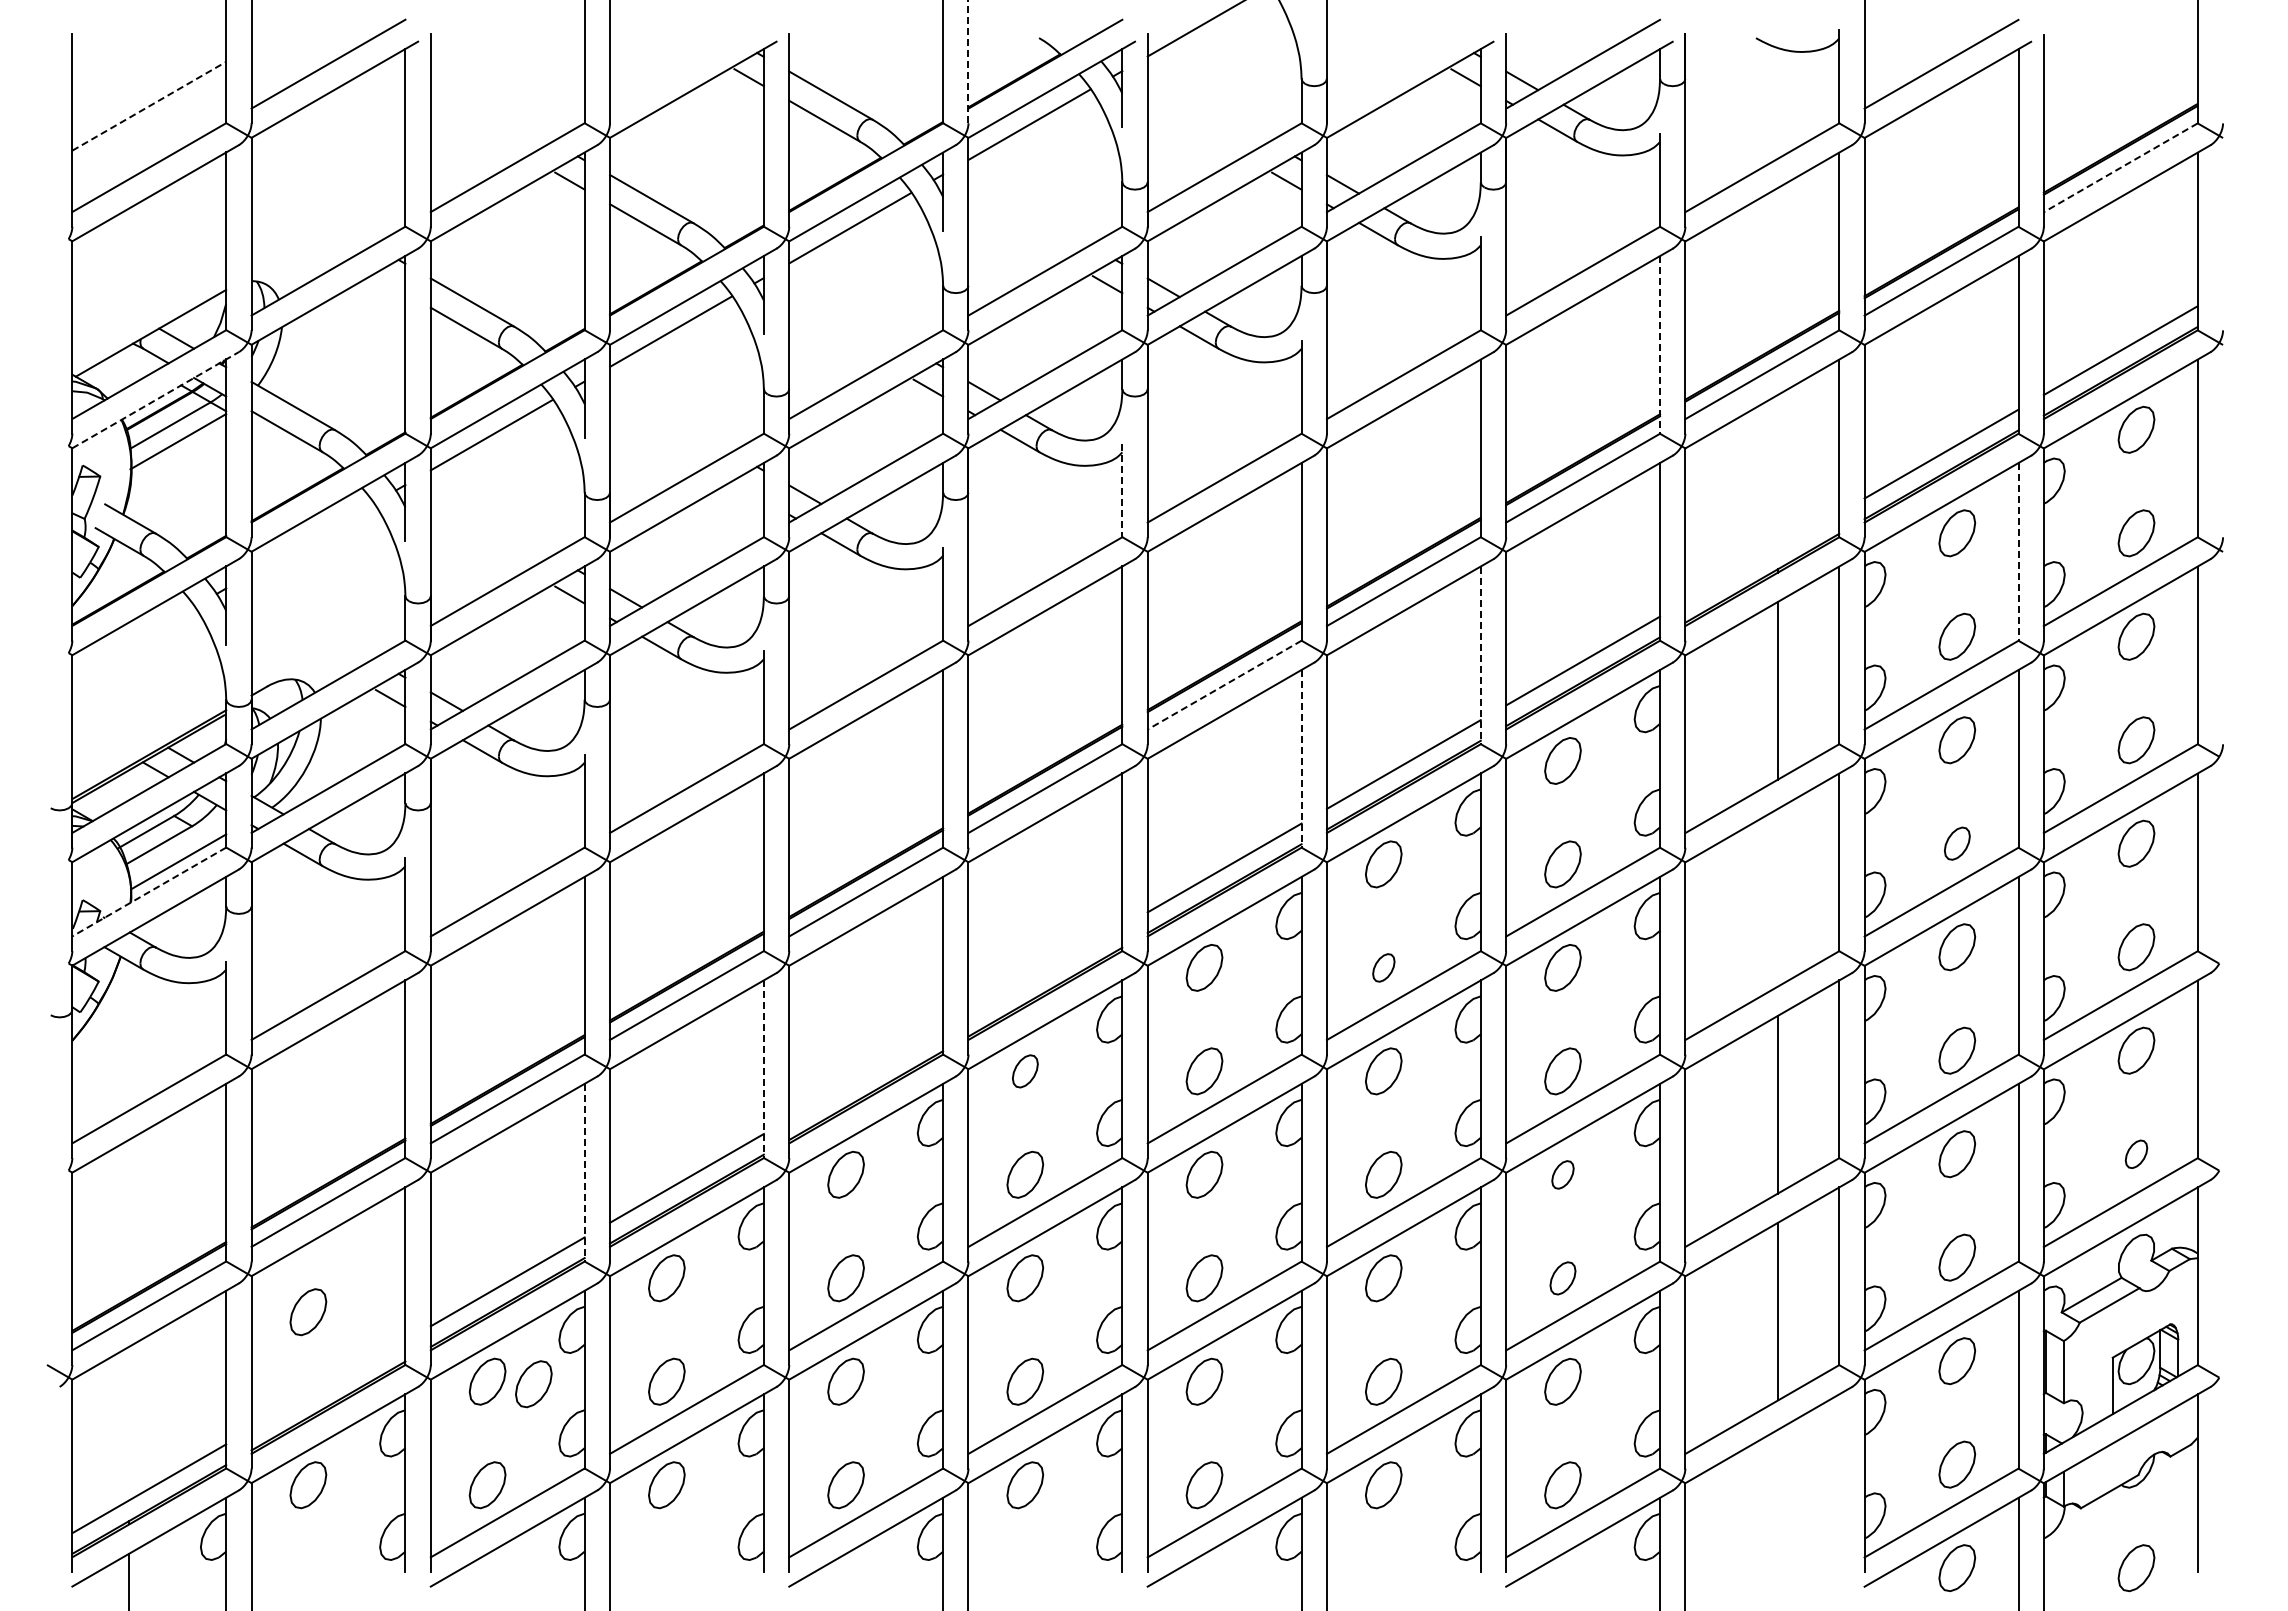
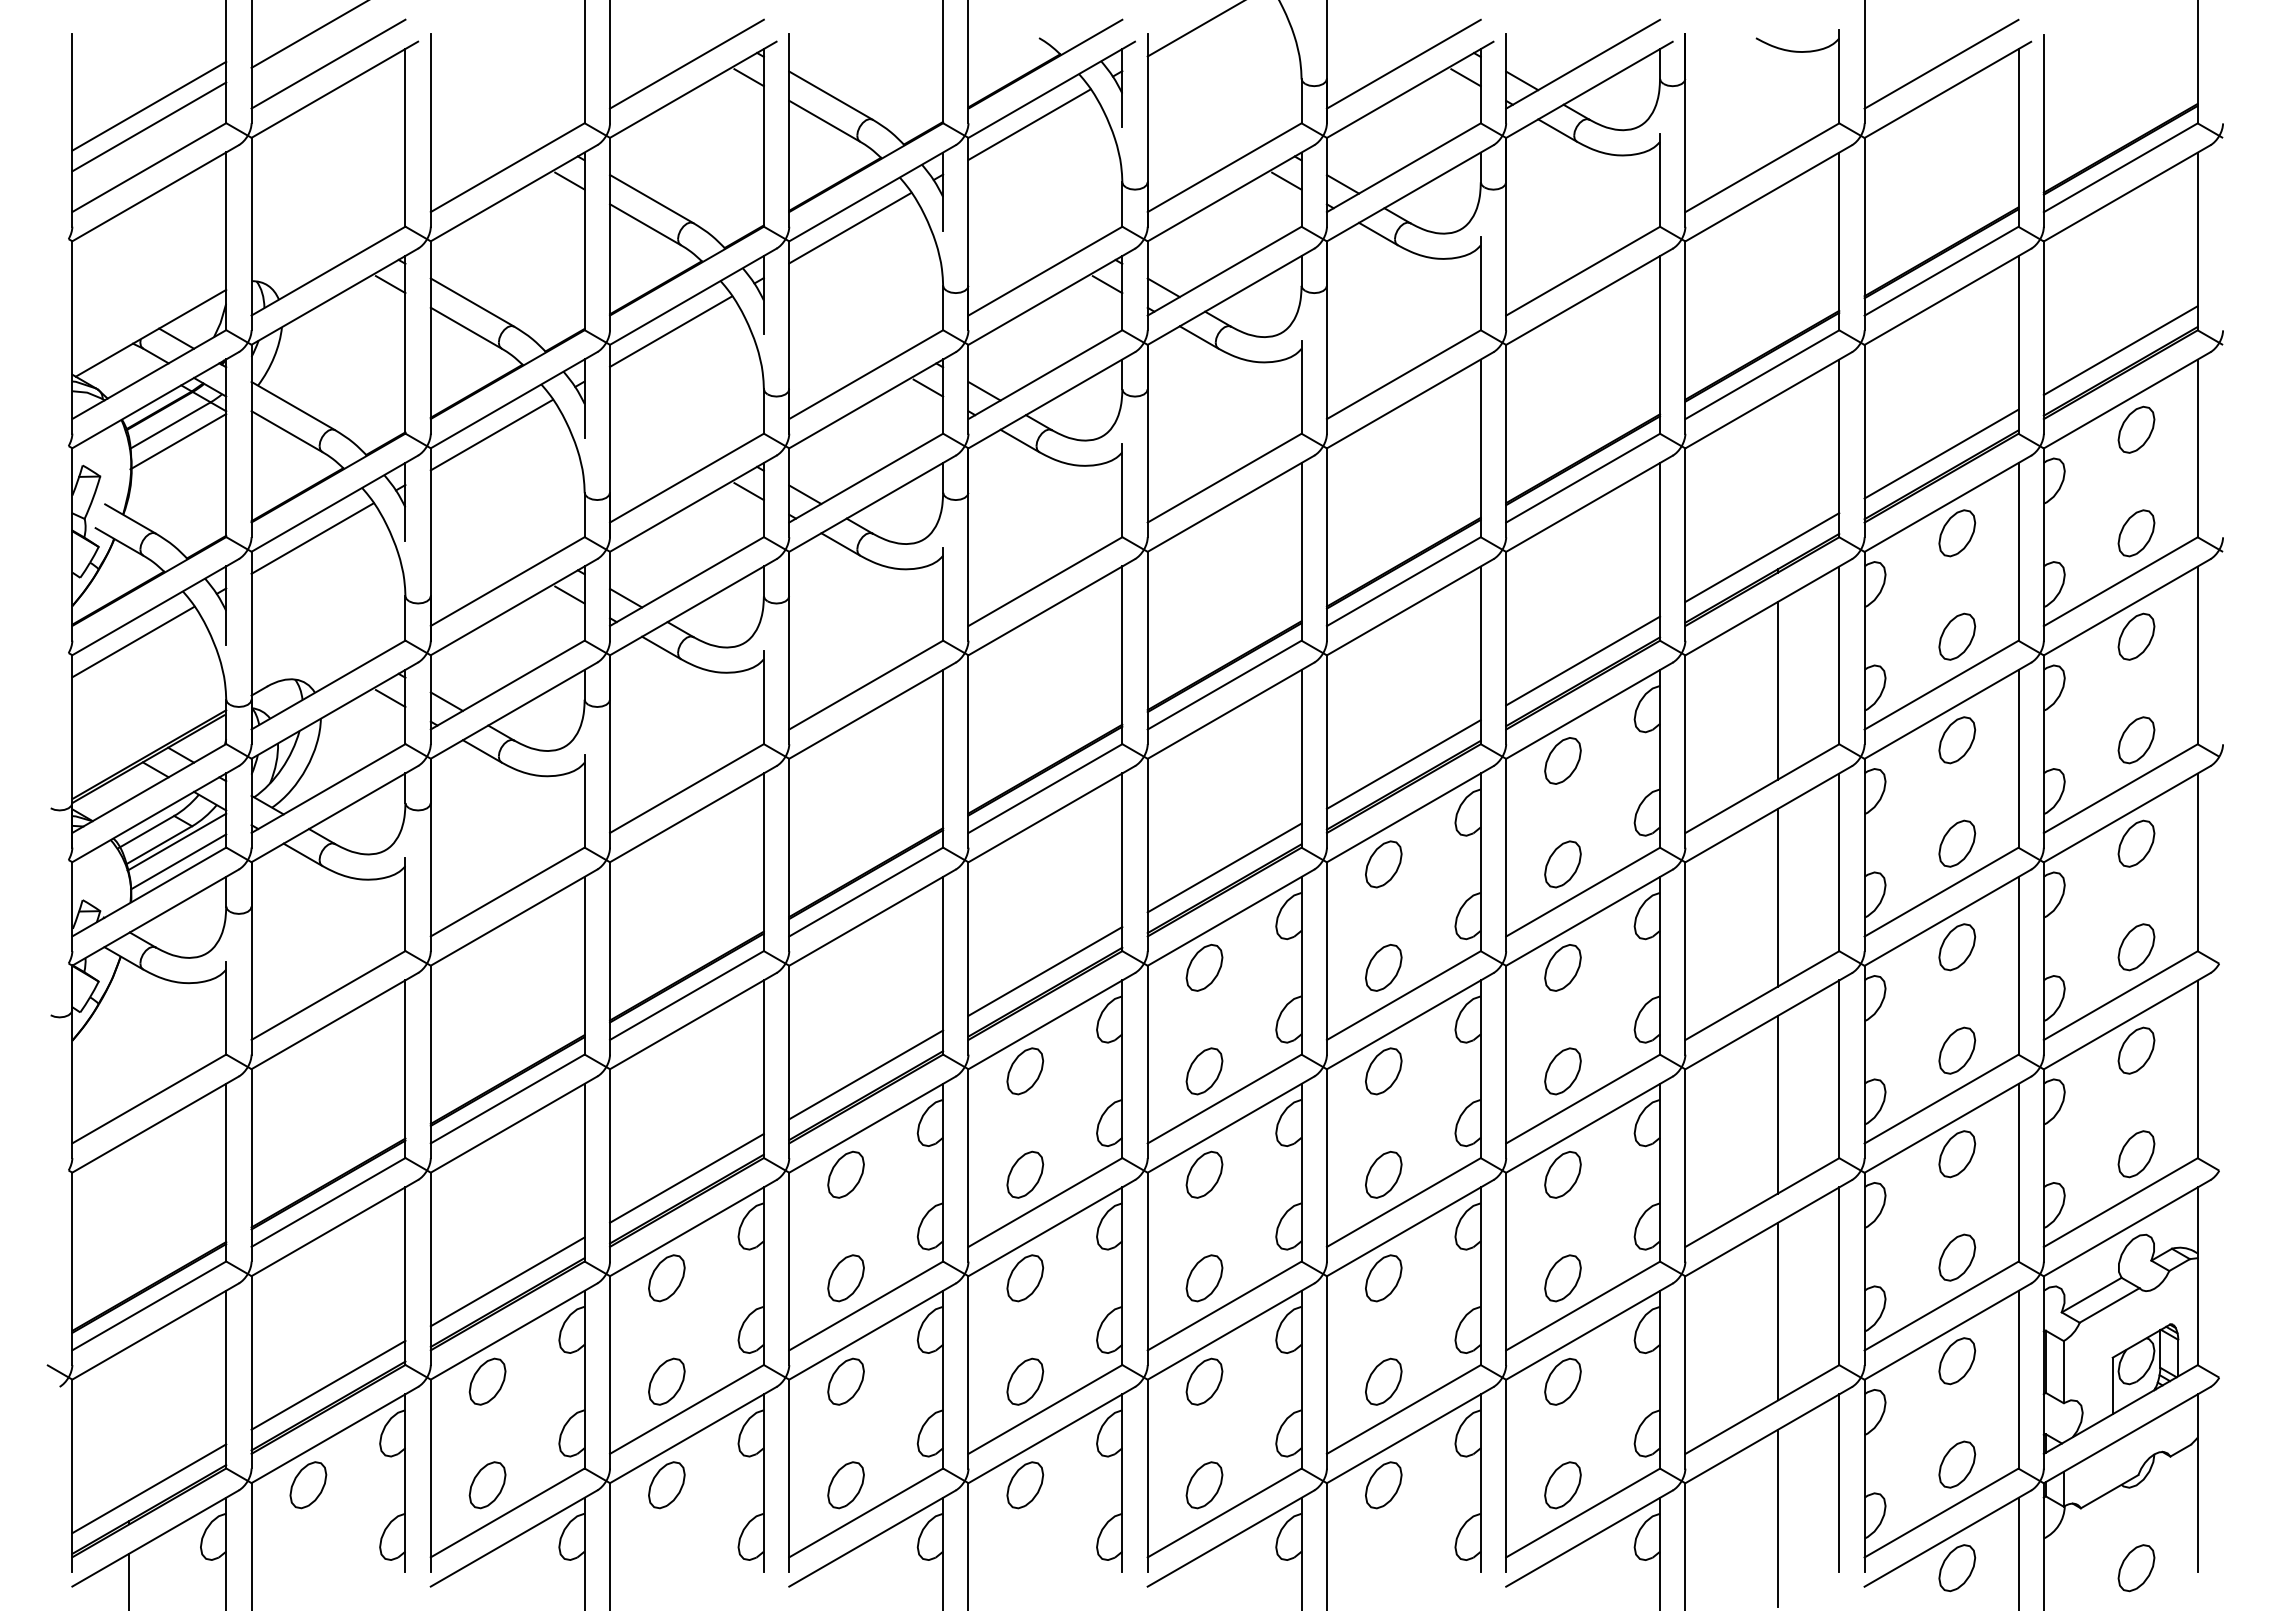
line at (308, 34): none -> present
line at (968, 61): dashed -> solid
line at (686, 63): none -> present
line at (1403, 63): none -> present
line at (149, 106): dashed -> solid
line at (149, 126): none -> present
line at (2120, 167): dashed -> solid
line at (390, 284): none -> present
line at (1660, 344): dashed -> solid
line at (156, 399): dashed -> solid
line at (748, 491): none -> present
line at (1122, 491): dashed -> solid
line at (312, 538): none -> present
line at (2018, 551): dashed -> solid
line at (1762, 557): none -> present
line at (133, 641): none -> present
line at (1480, 655): dashed -> solid
line at (1224, 685): dashed -> solid
line at (1301, 758): dashed -> solid
line at (176, 841): none -> present
part at (1957, 843) size: 27x35 px -> 39x49 px
line at (149, 891): dashed -> solid
line at (1778, 897): none -> present
part at (1383, 967) size: 24x30 px -> 38x48 px
line at (1045, 971): none -> present
line at (763, 1069): dashed -> solid
part at (1025, 1071) size: 27x35 px -> 39x49 px
line at (866, 1074): none -> present
part at (2136, 1153) size: 25x30 px -> 39x49 px
line at (584, 1172): dashed -> solid
part at (1562, 1174) size: 24x30 px -> 38x48 px
part at (1562, 1278) size: 28x35 px -> 38x49 px
part at (308, 1312): present -> none
line at (328, 1384): none -> present
part at (533, 1384): present -> none
line at (1839, 1483): none -> present
line at (1778, 1518): none -> present
